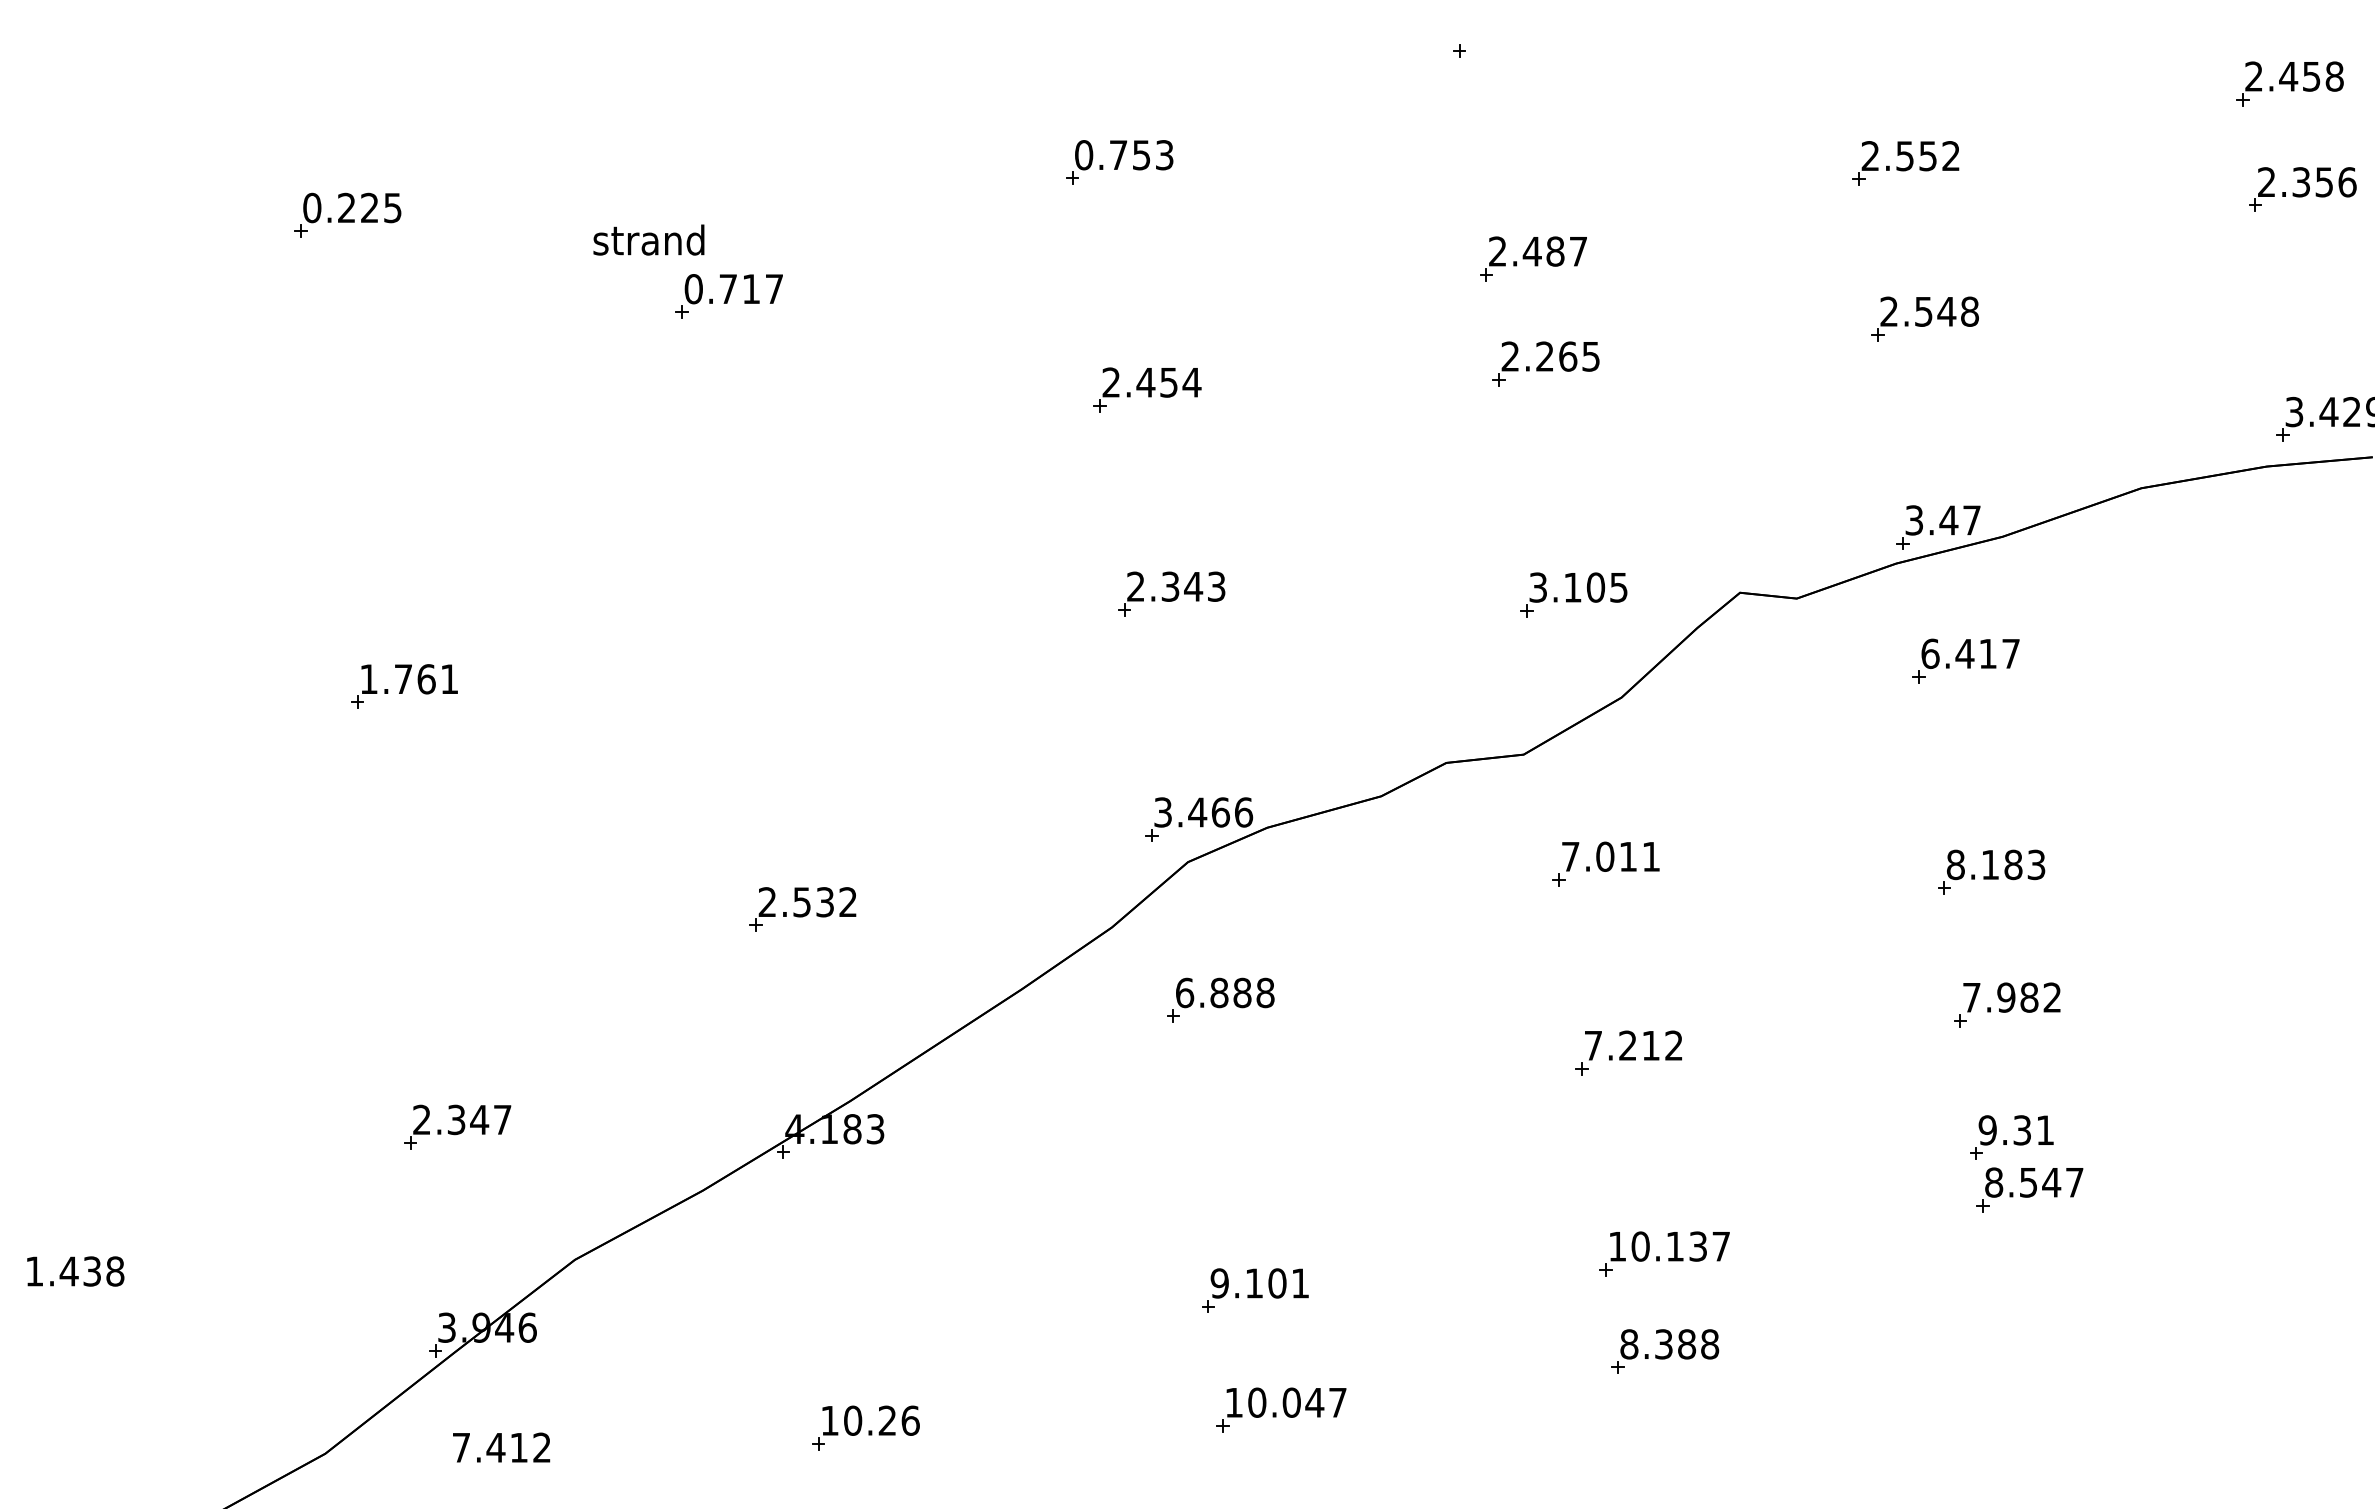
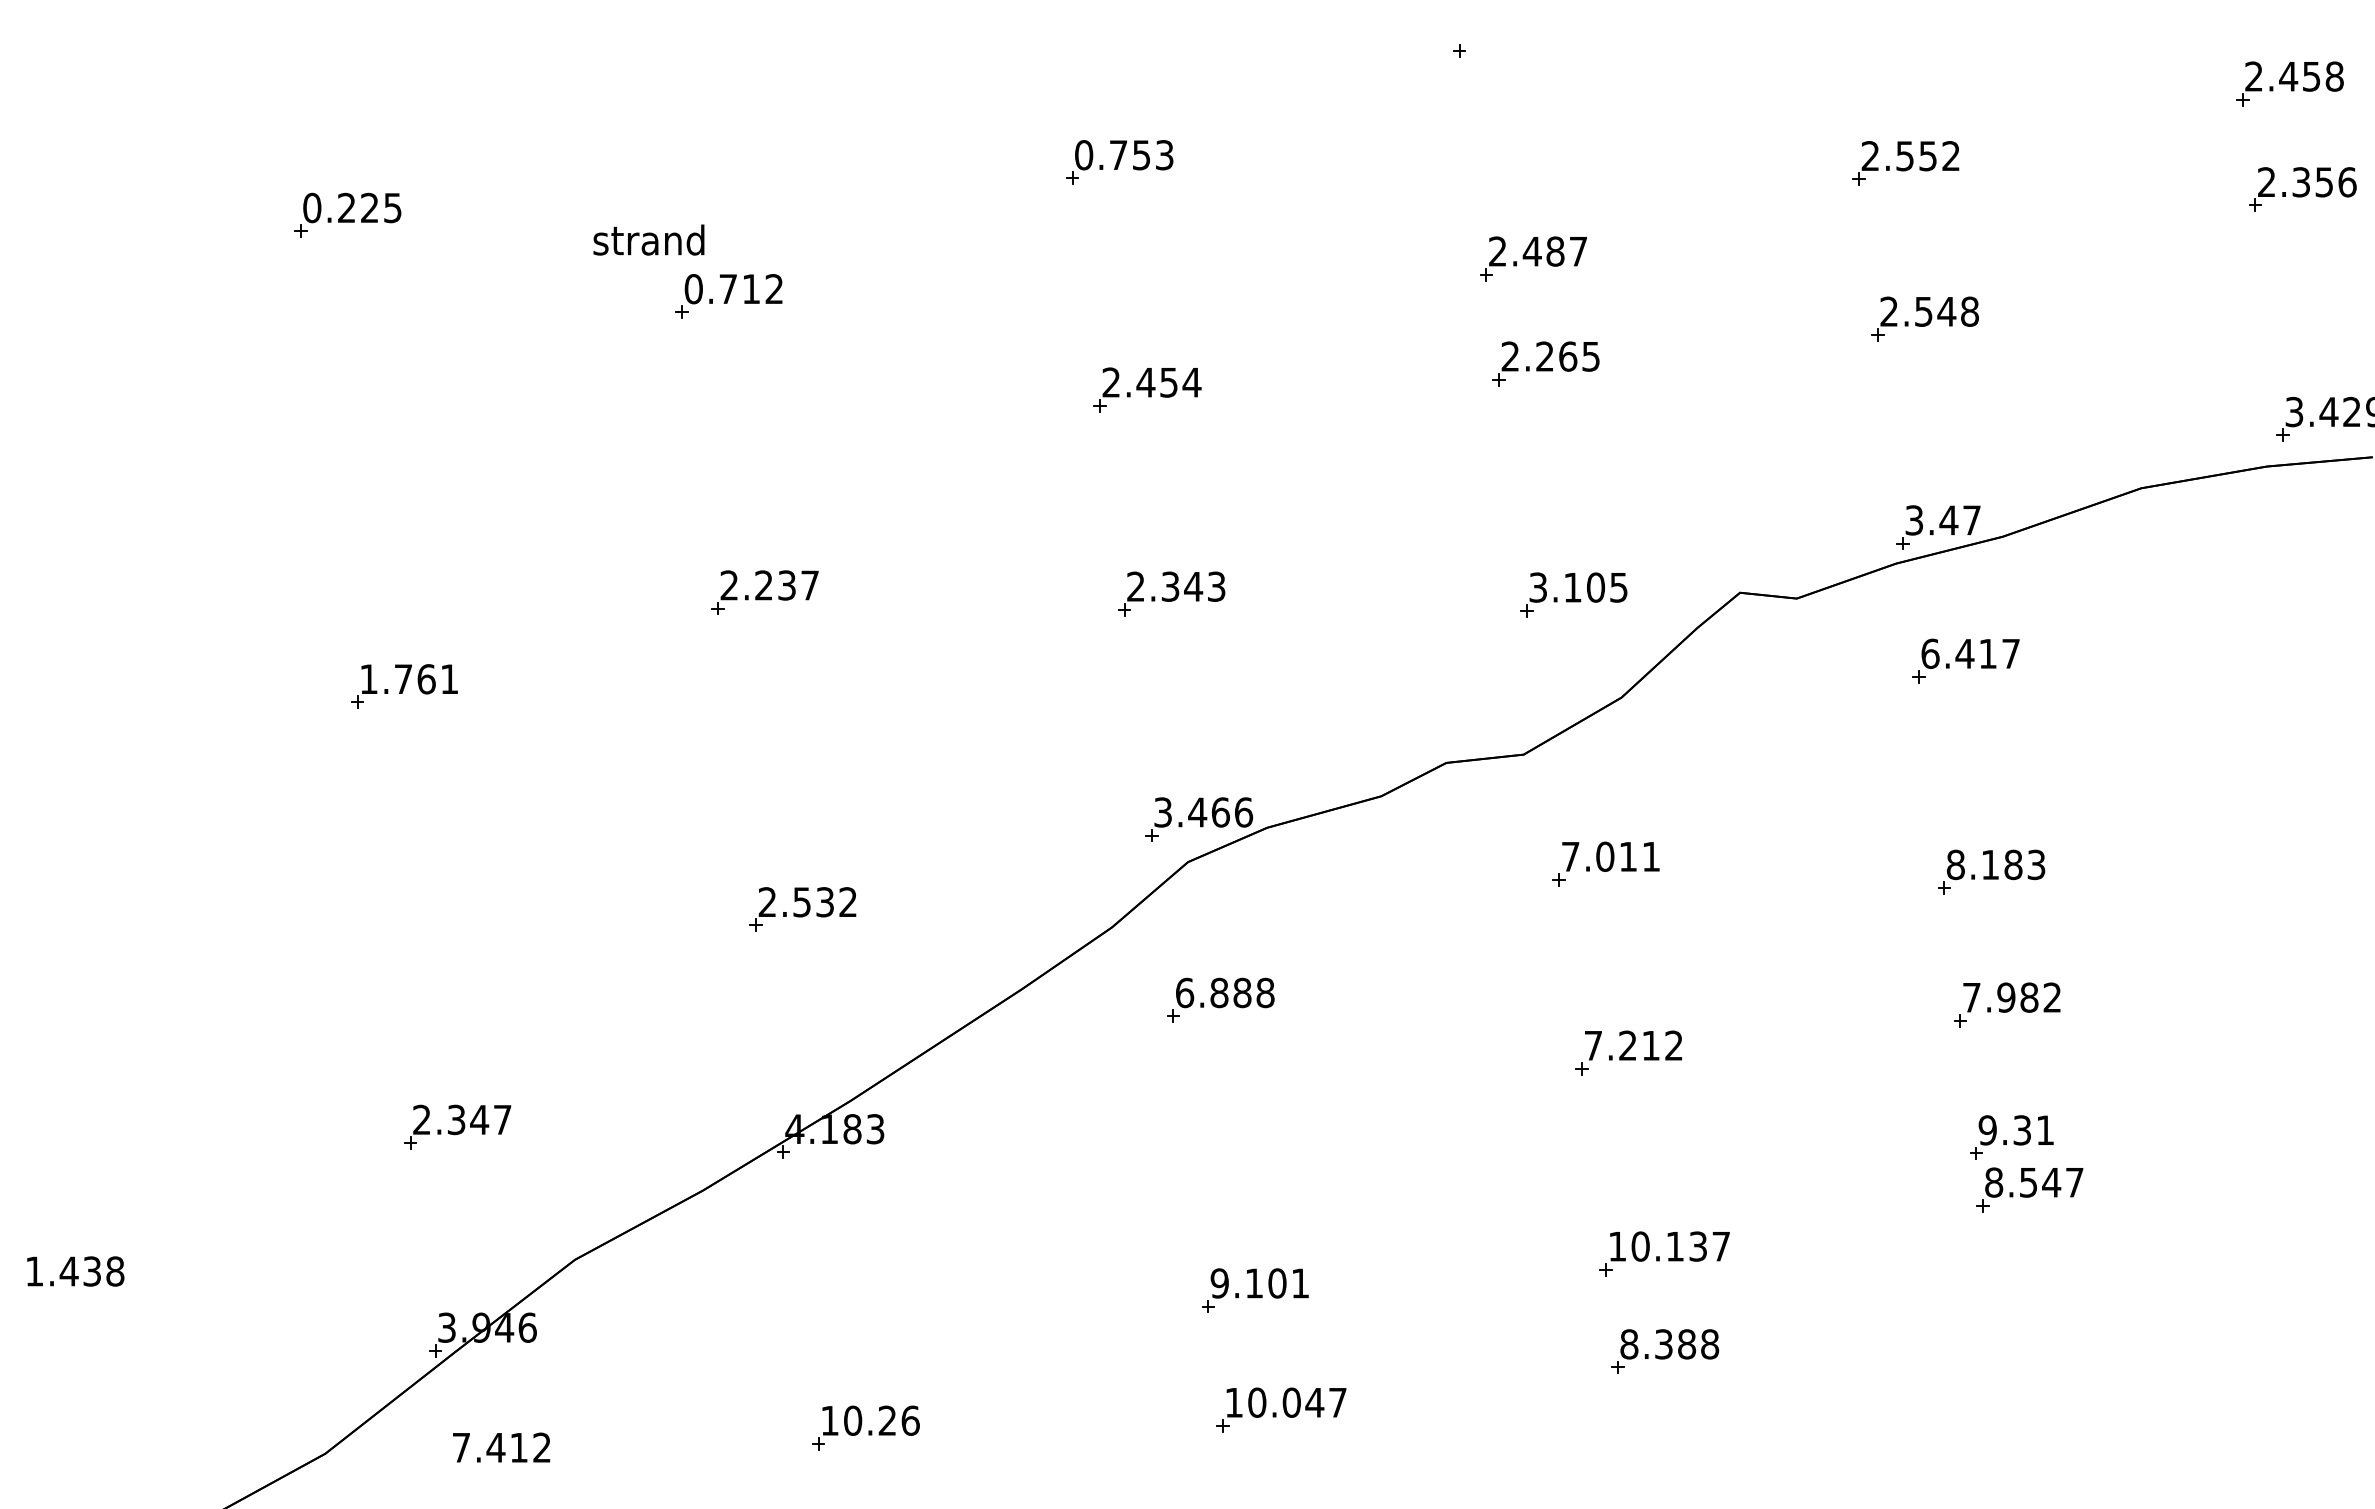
text at (773, 288): 0.717 -> 0.712
part at (764, 592): none -> present
